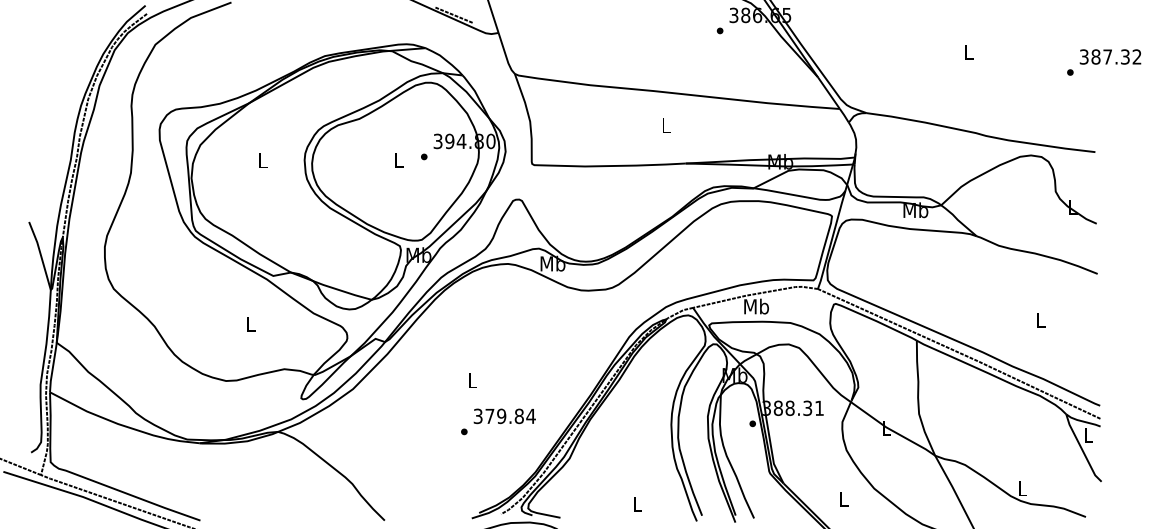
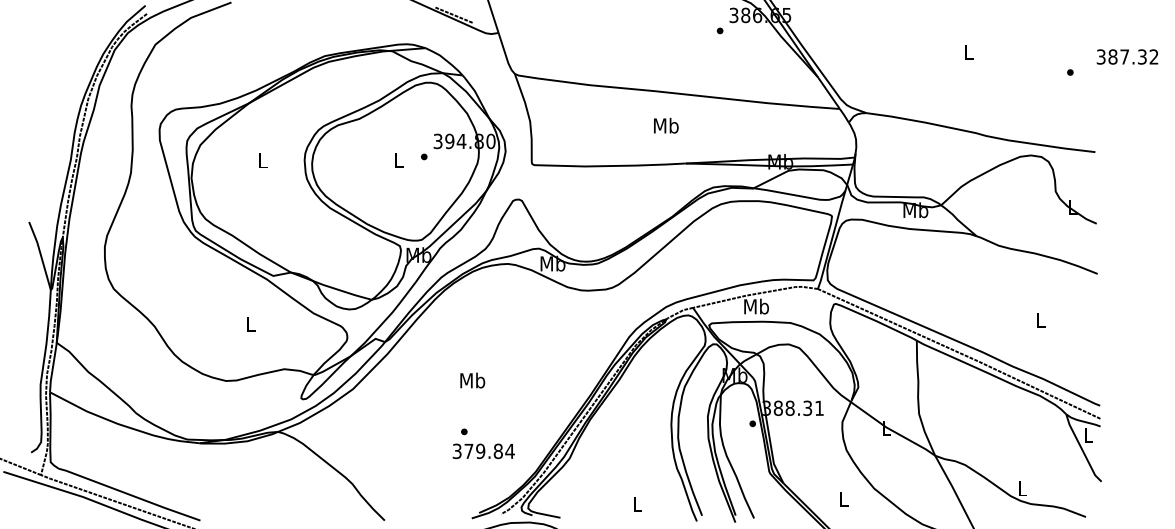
text at (1110, 56) position: (1110, 56) -> (1127, 56)
text at (666, 125): L -> Mb
text at (472, 380): L -> Mb
text at (504, 416) position: (504, 416) -> (483, 451)
